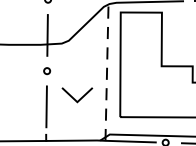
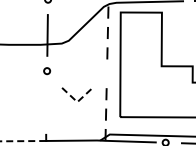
line at (106, 73): present -> none
line at (77, 102): solid -> dashed
line at (46, 106): present -> none
line at (23, 141): solid -> dashed
